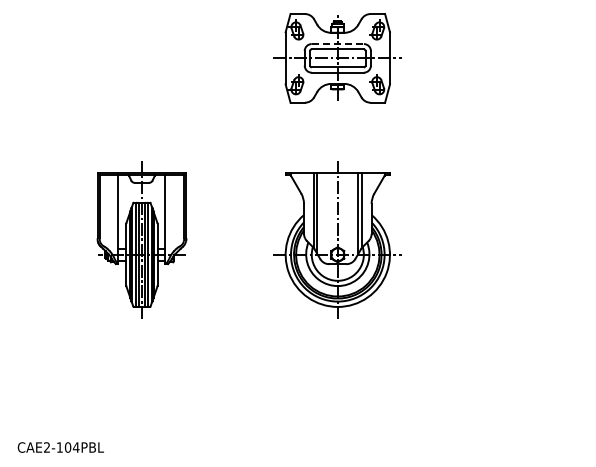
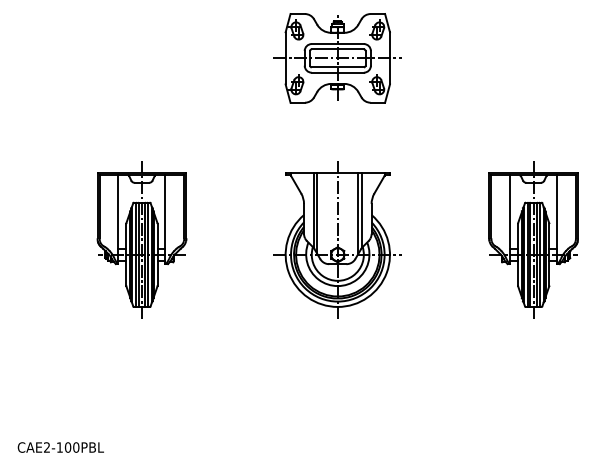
line at (338, 44): dashed -> solid
part at (533, 239): none -> present
text at (75, 447): CAE2-104PBL -> CAE2-100PBL
